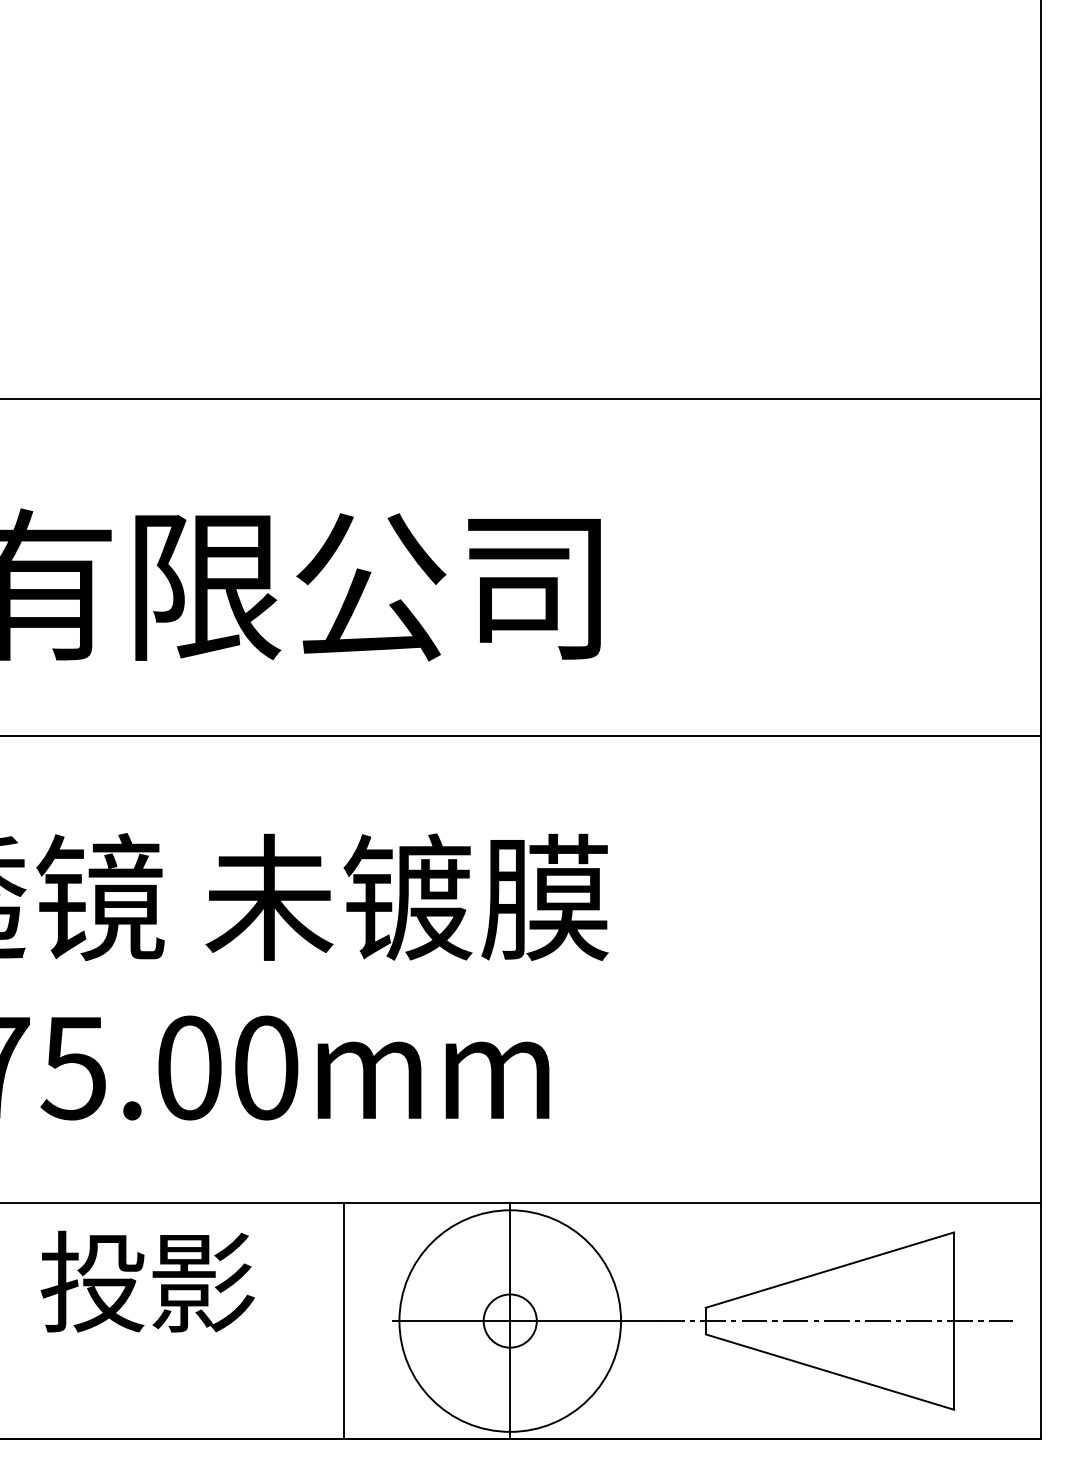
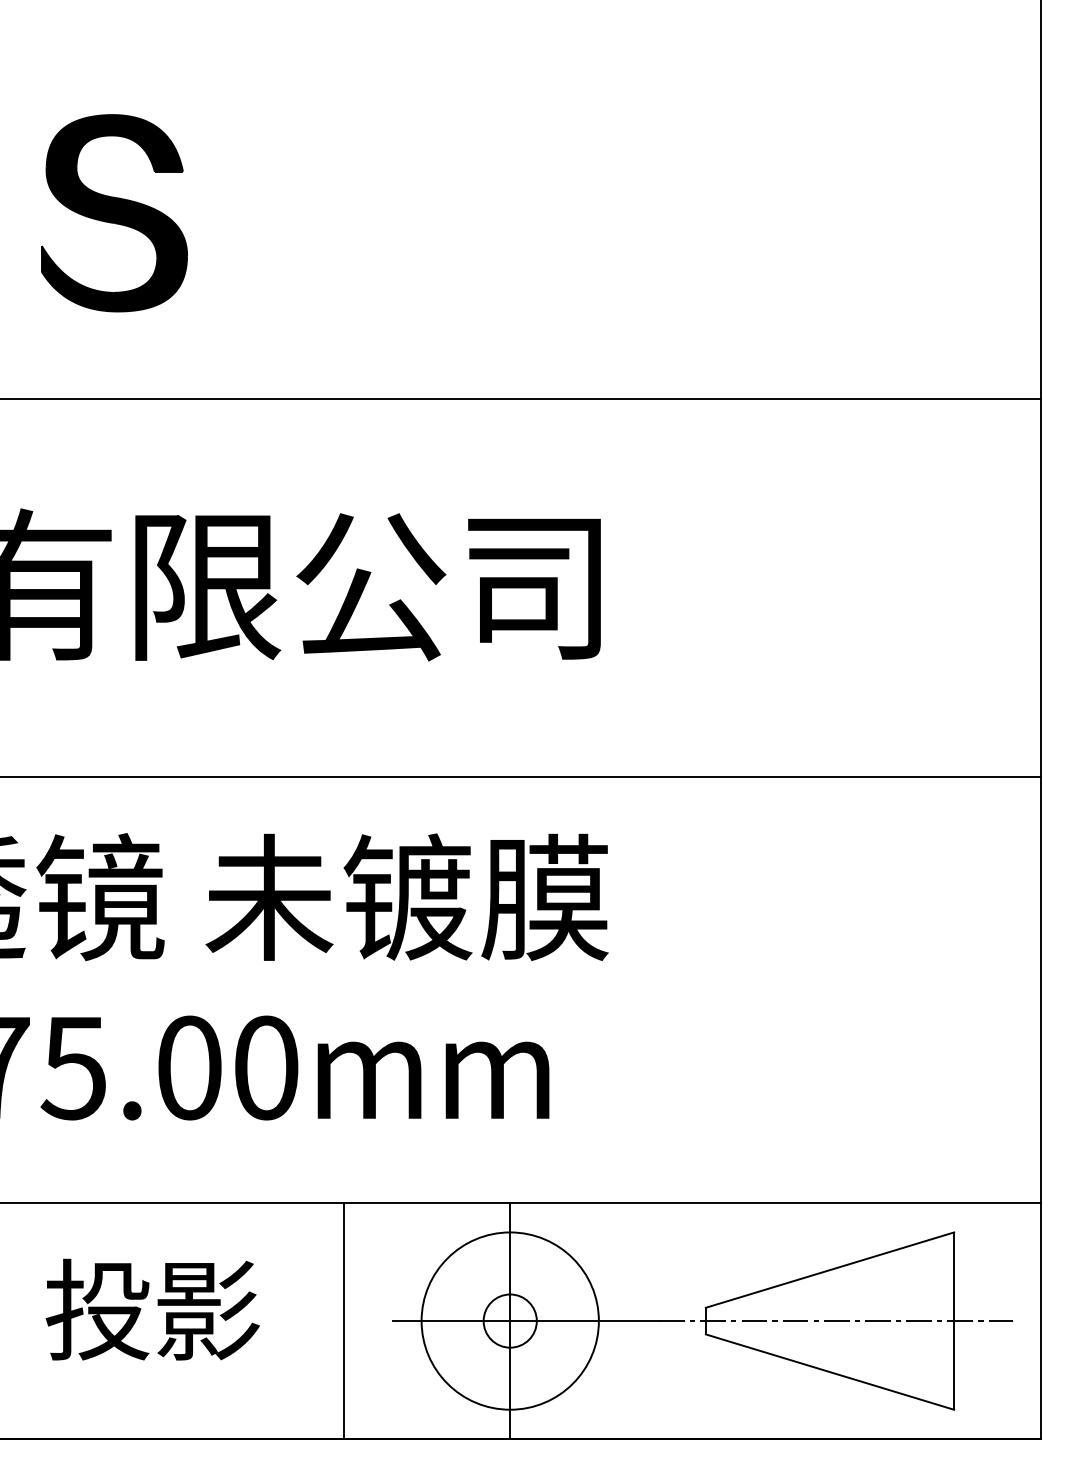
part at (114, 213): none -> present
line at (521, 736) position: (521, 736) -> (521, 777)
text at (147, 1281) position: (147, 1281) -> (152, 1309)
circle at (510, 1320) diameter: 222 px -> 177 px
